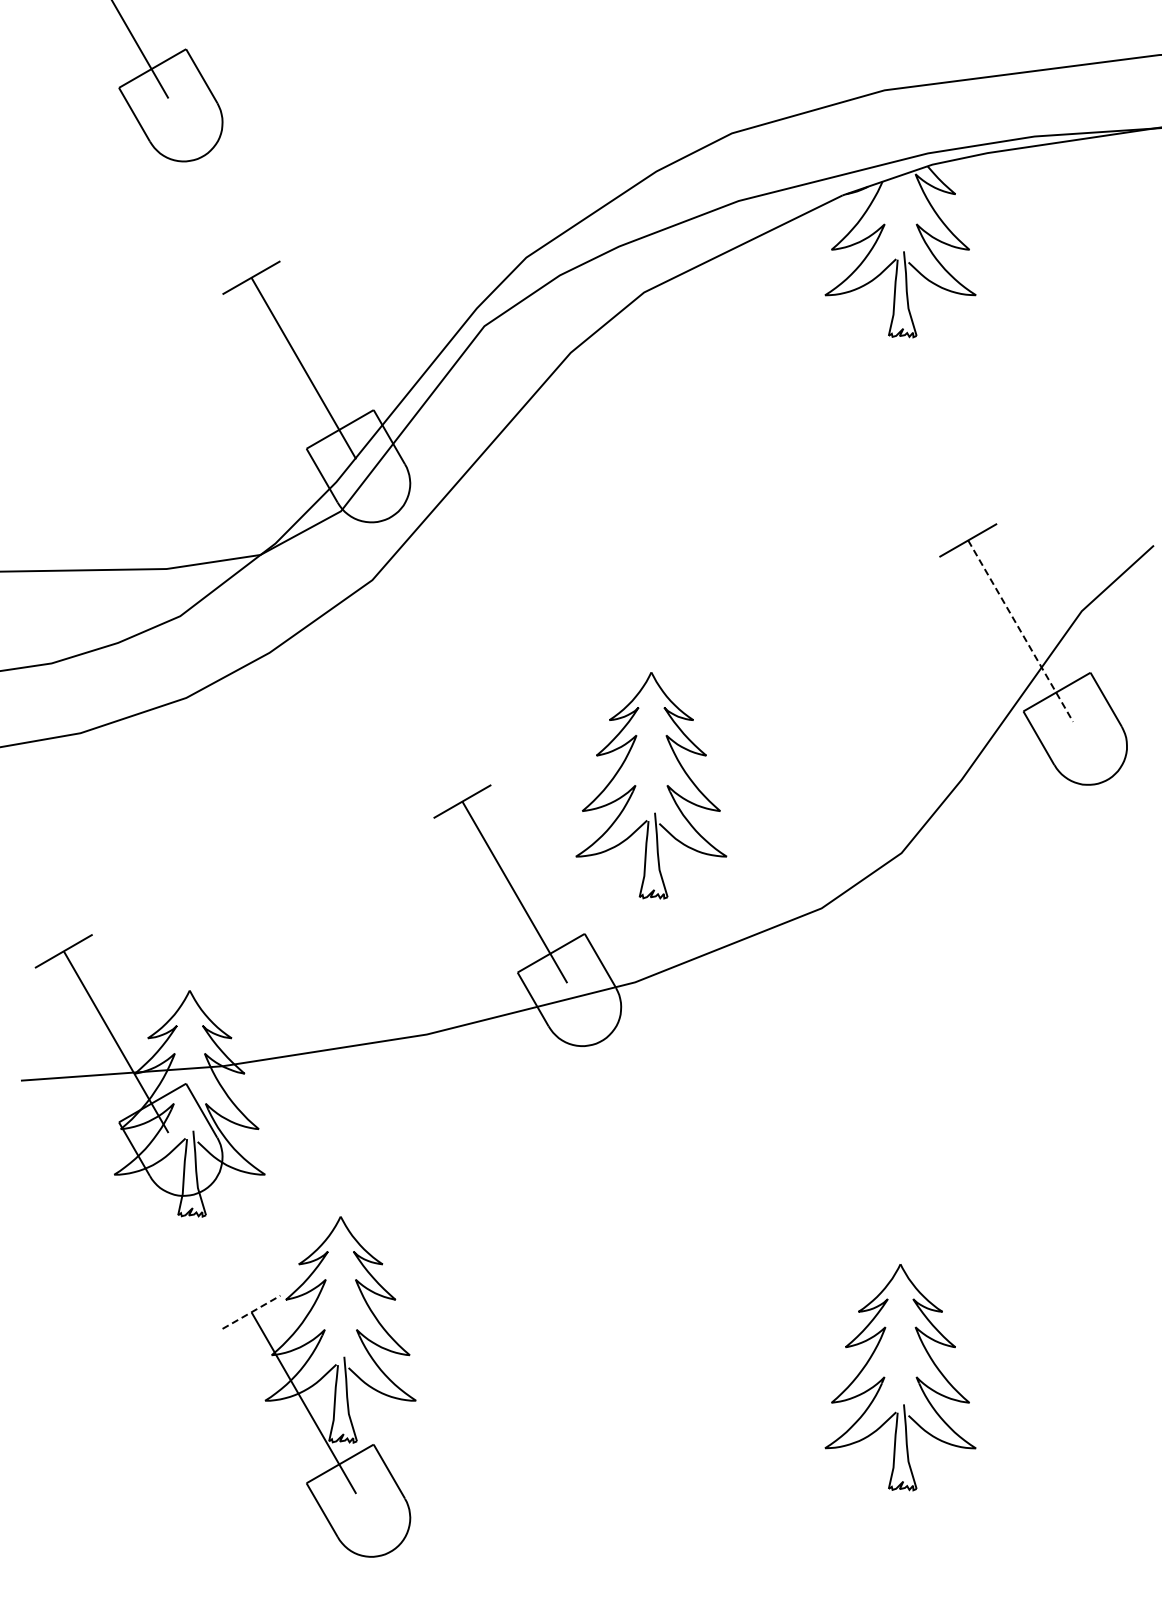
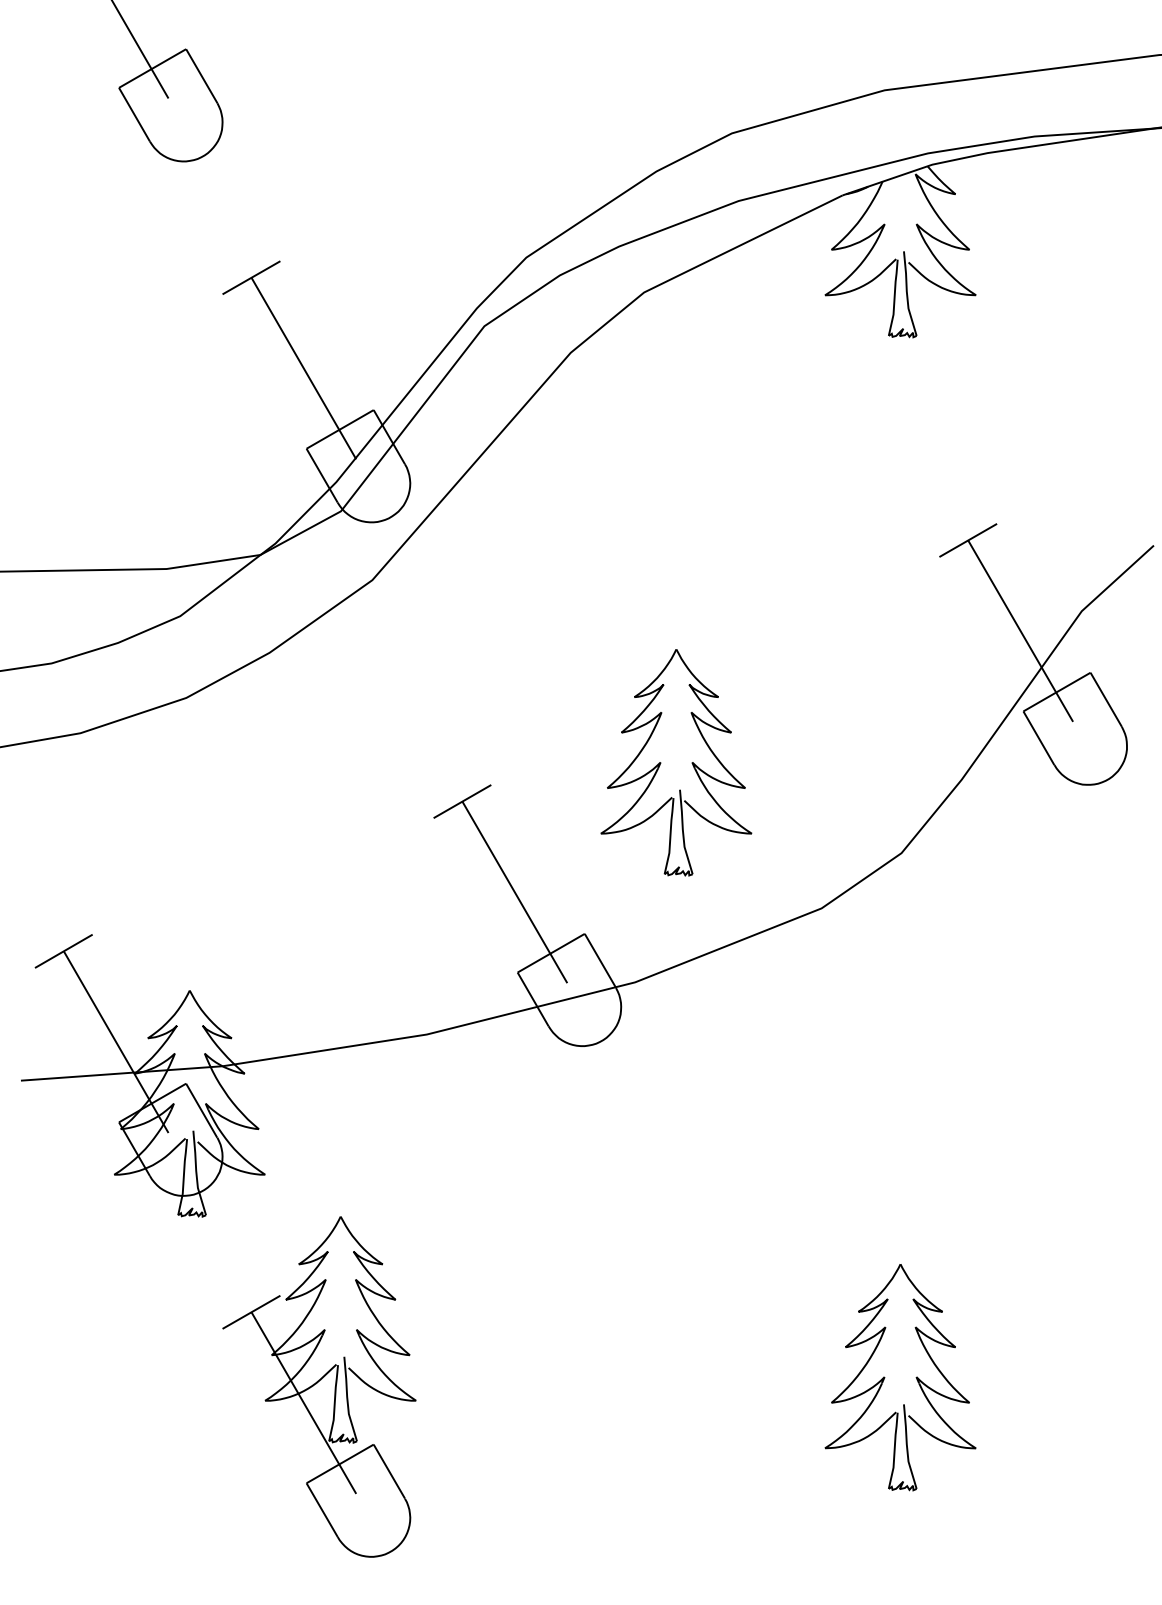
line at (1020, 631): dashed -> solid
part at (636, 785) position: (636, 785) -> (661, 762)
line at (251, 1312): dashed -> solid
